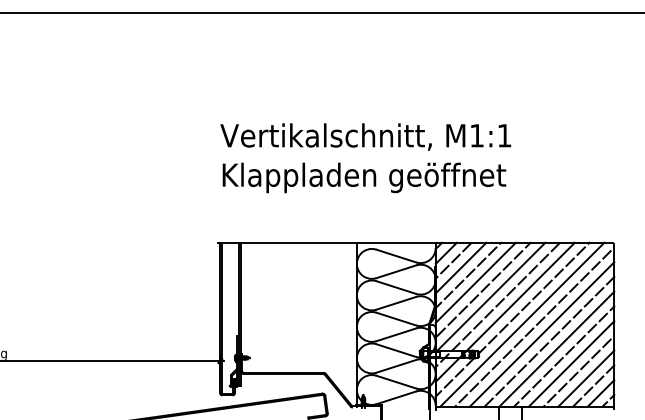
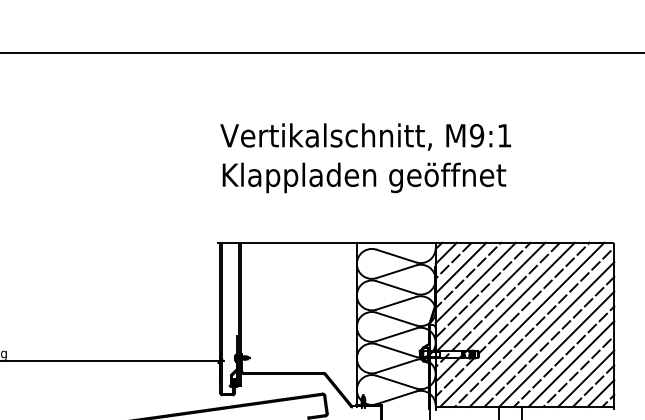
line at (321, 12) position: (321, 12) -> (321, 52)
text at (477, 135): M1:1 -> M9:1
